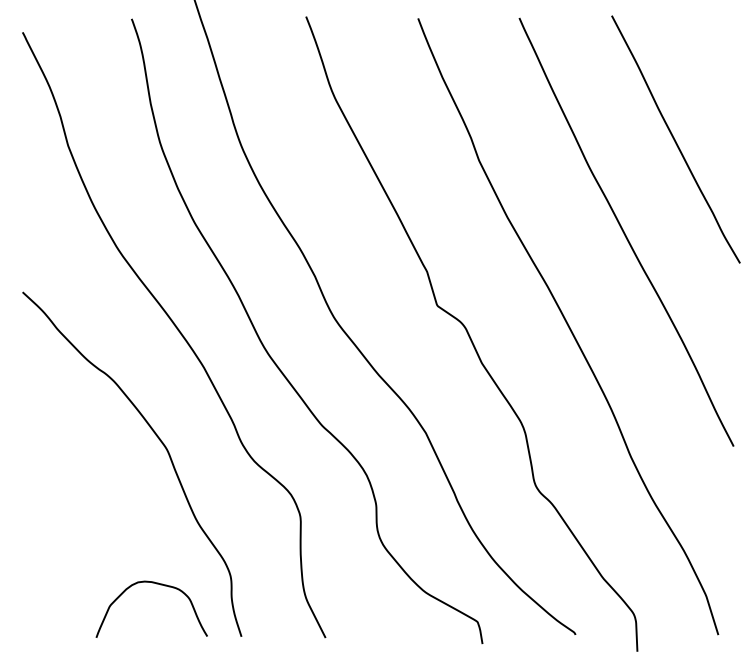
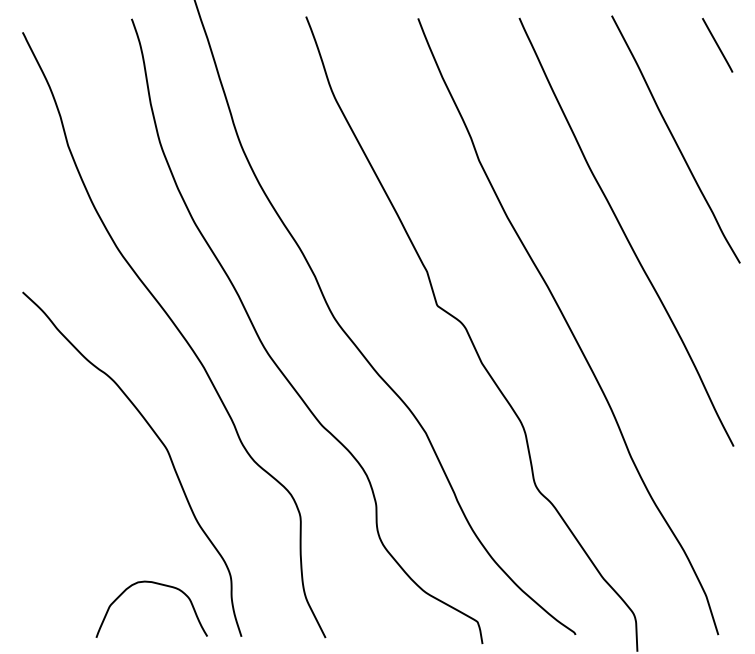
line at (717, 45): none -> present
